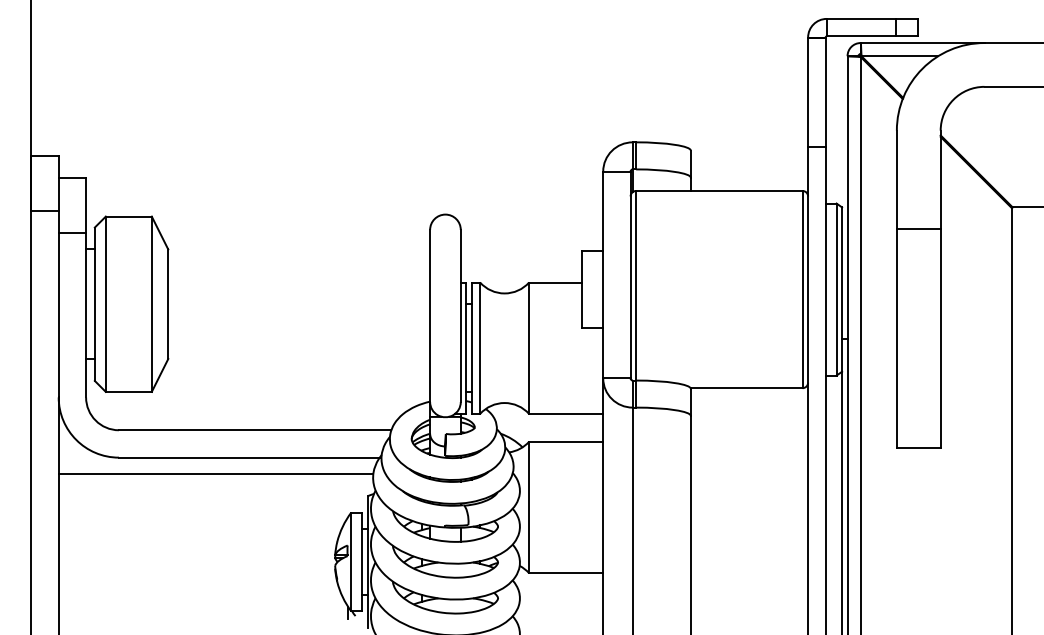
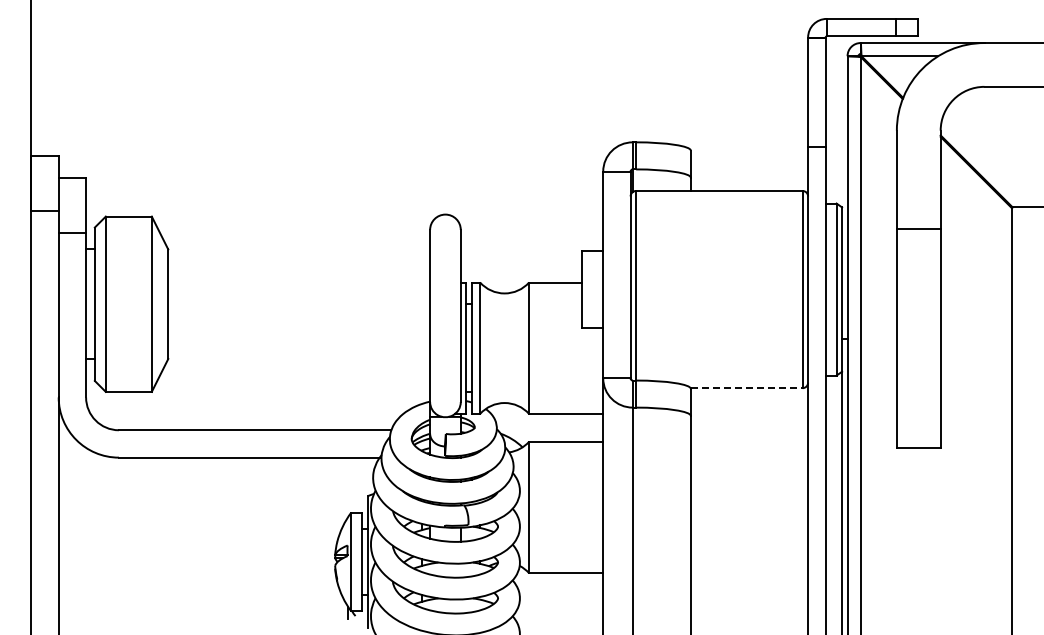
line at (746, 388): solid -> dashed
line at (215, 474): present -> none
